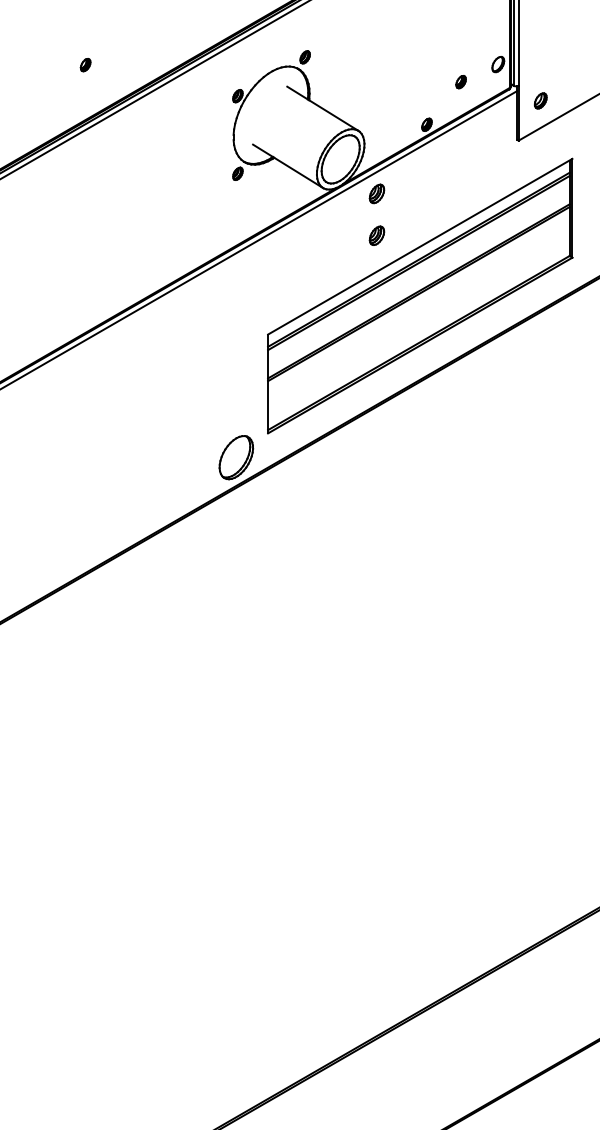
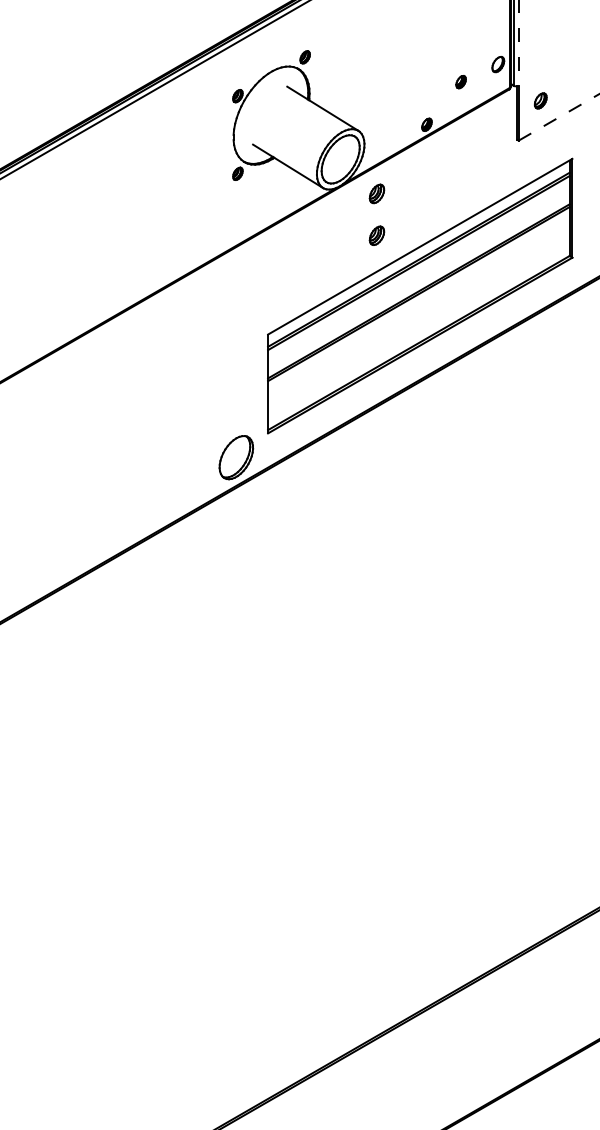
line at (518, 43): solid -> dashed
part at (85, 65): present -> none
line at (559, 117): solid -> dashed
line at (259, 239): present -> none
